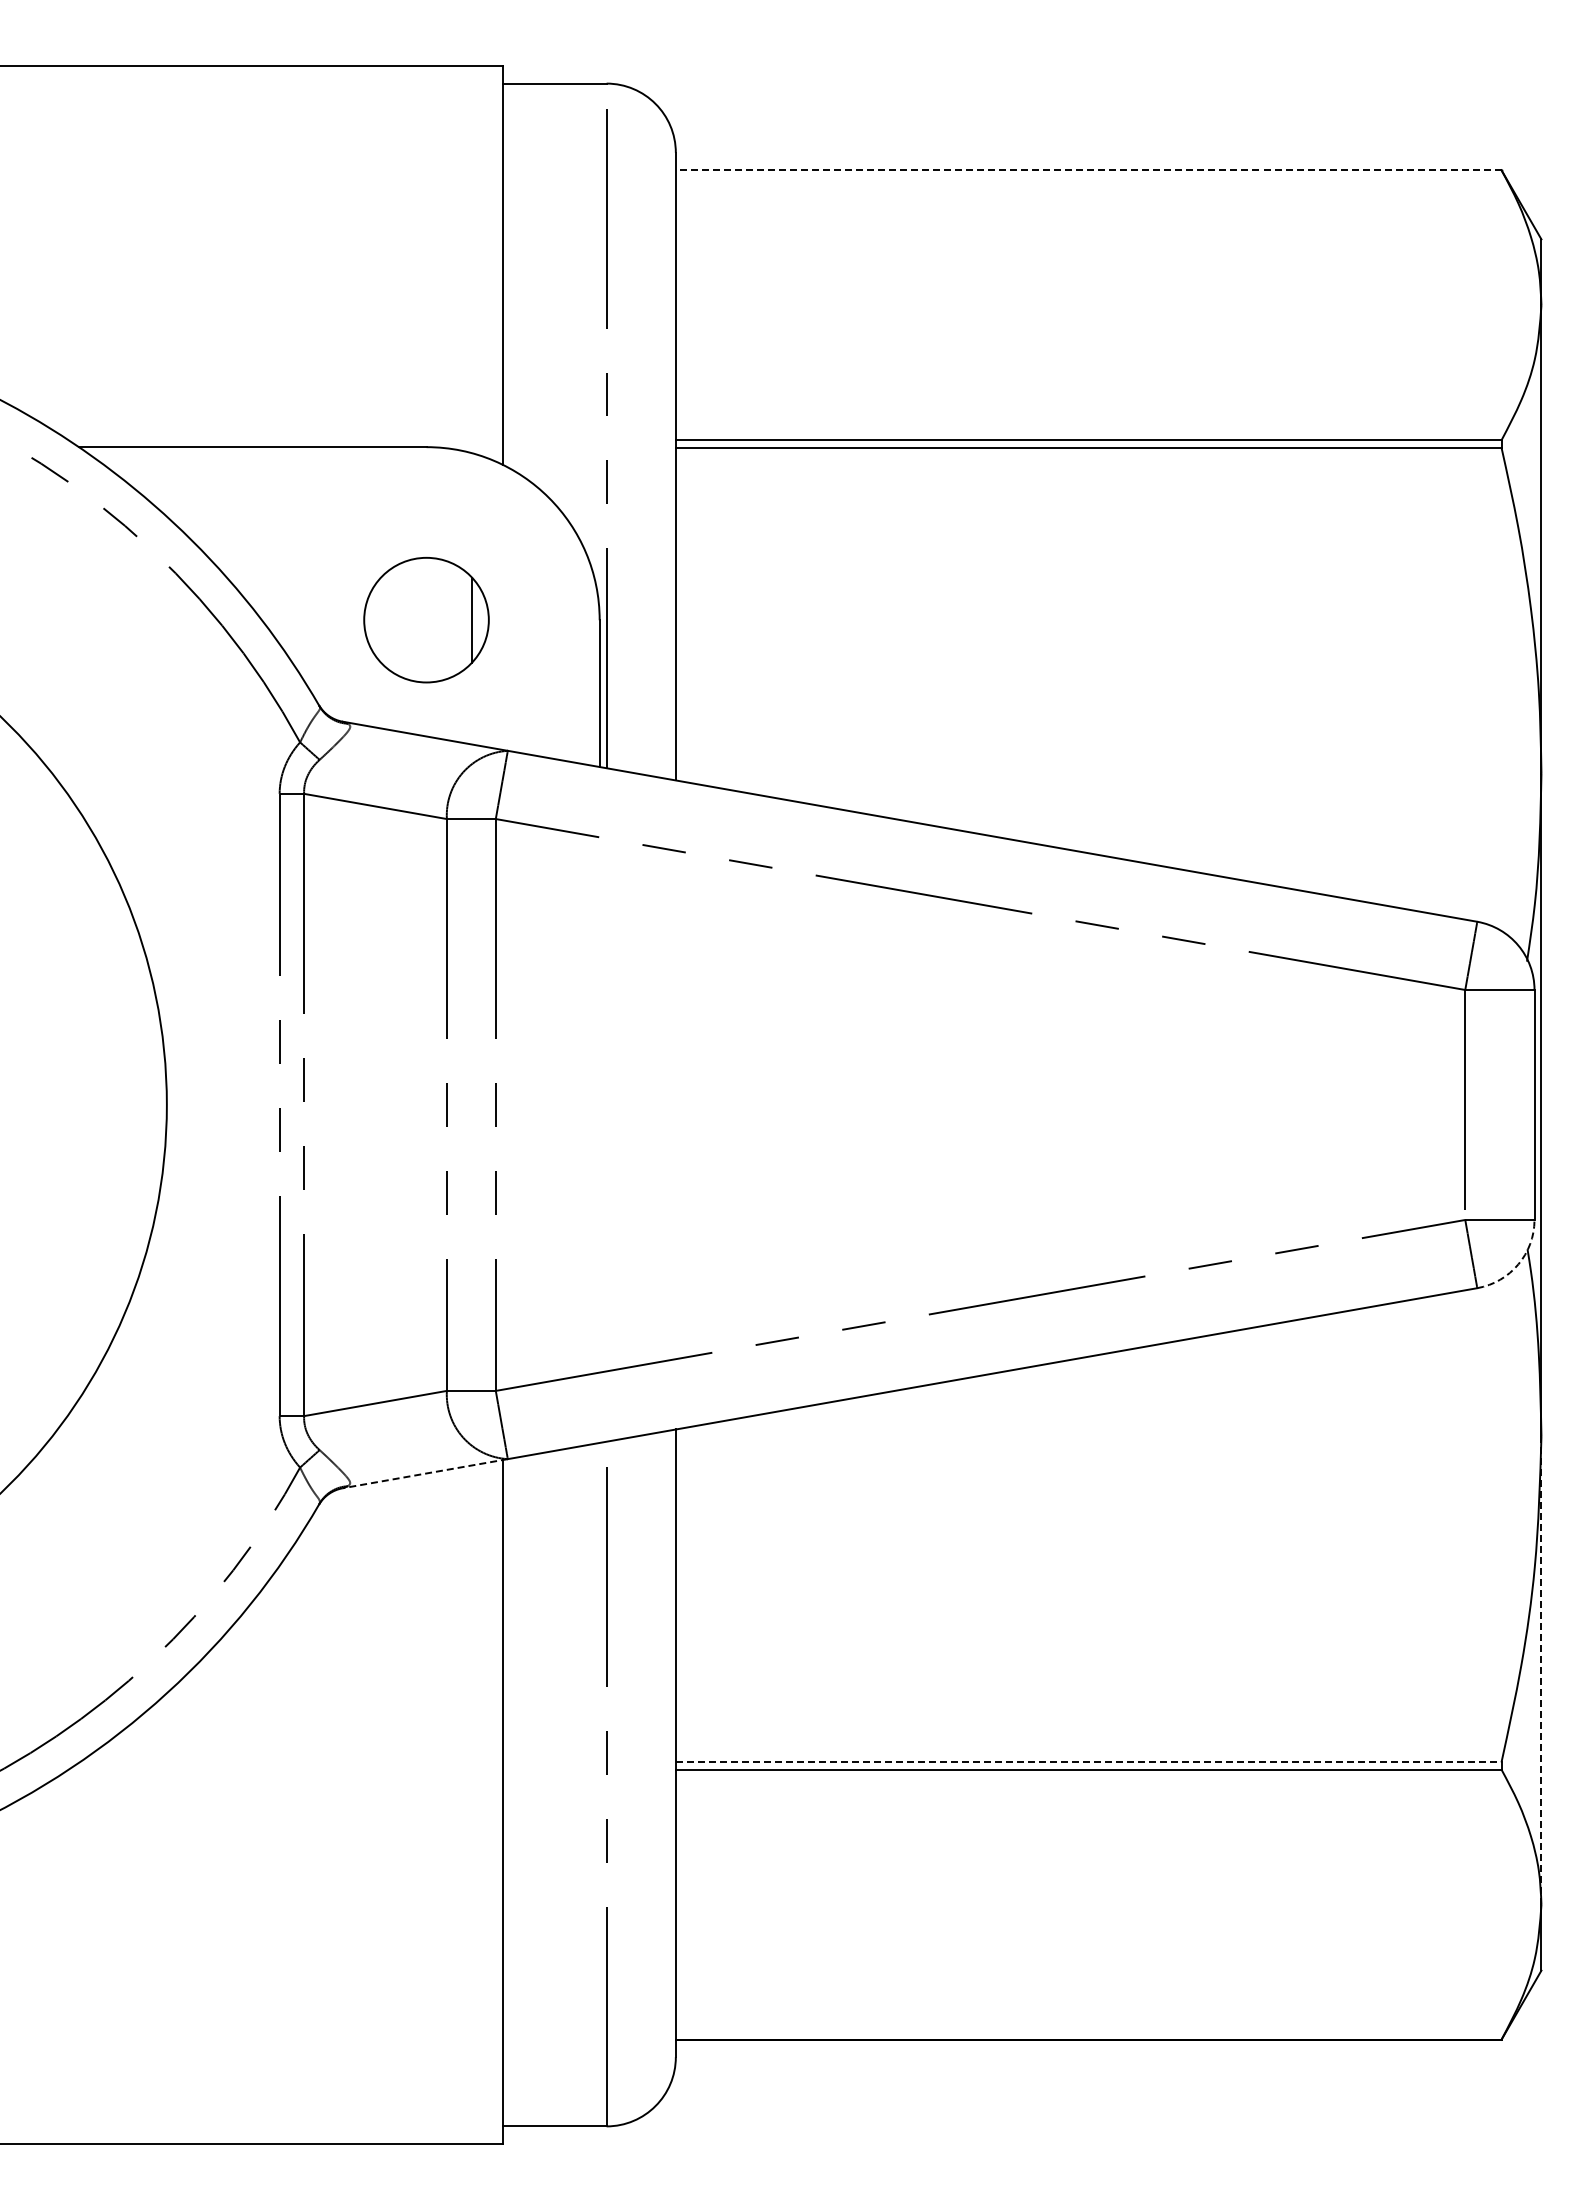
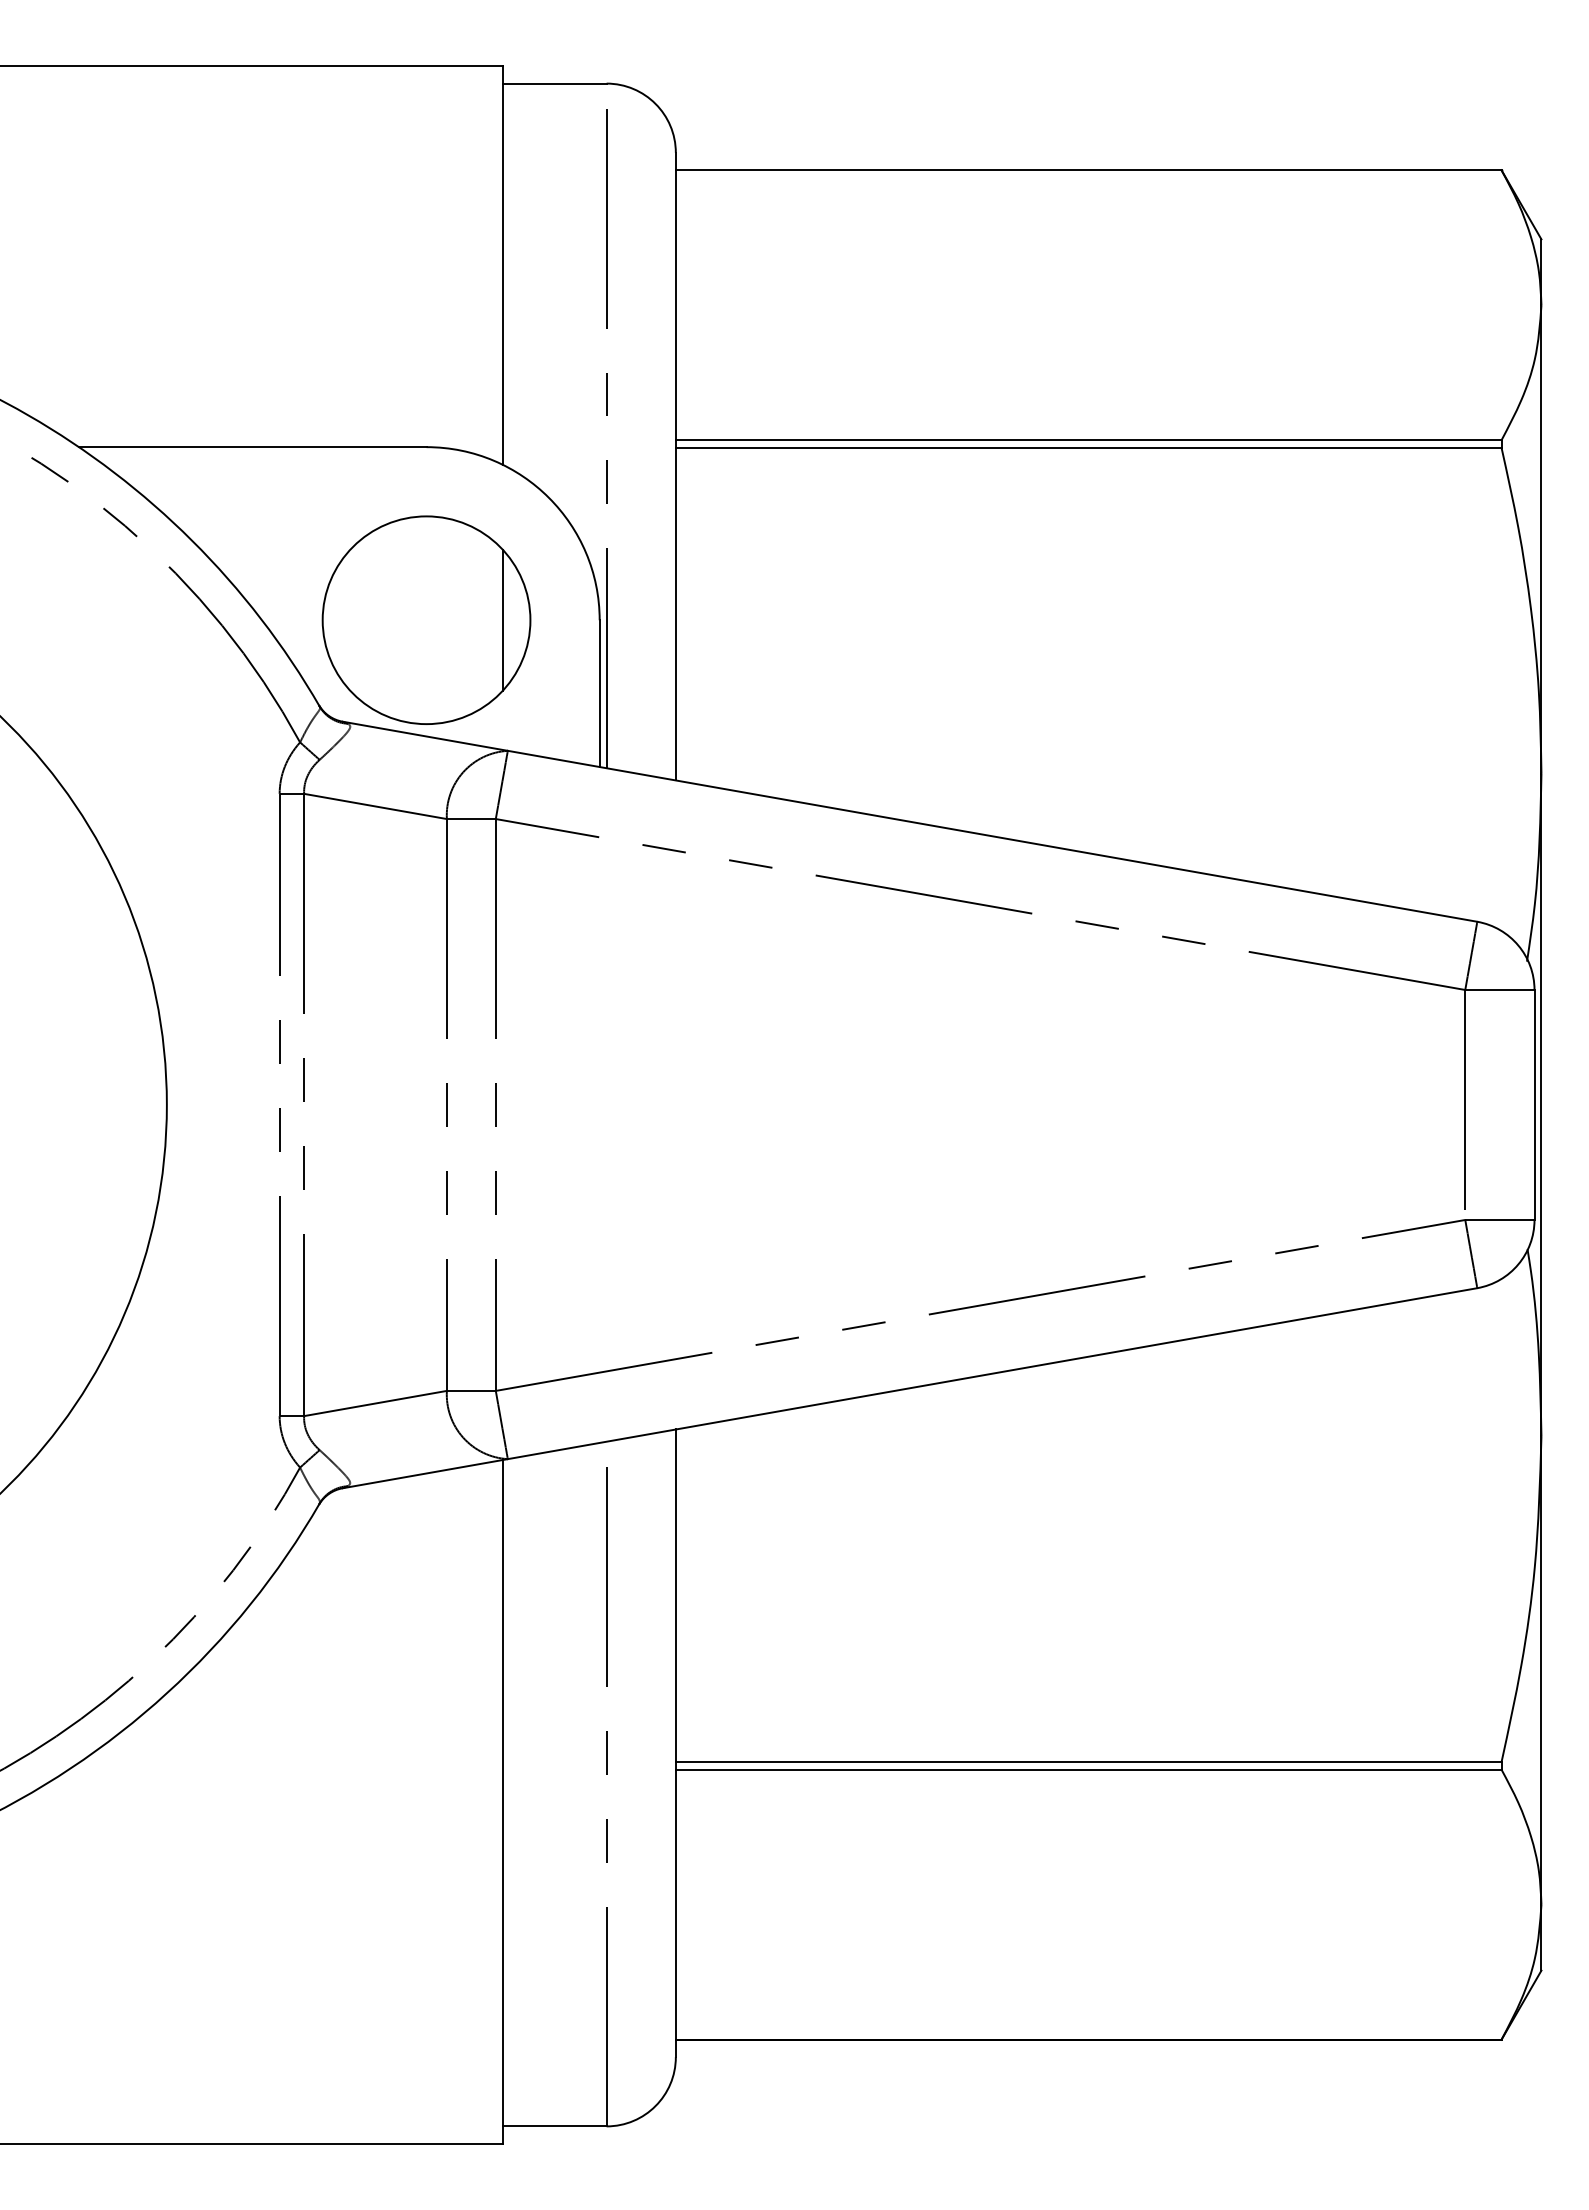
line at (1088, 170): dashed -> solid
part at (426, 619) size: 127x128 px -> 211x210 px
arc at (1518, 1264): dashed -> solid
line at (425, 1473): dashed -> solid
line at (1541, 1670): dashed -> solid
line at (1088, 1762): dashed -> solid
